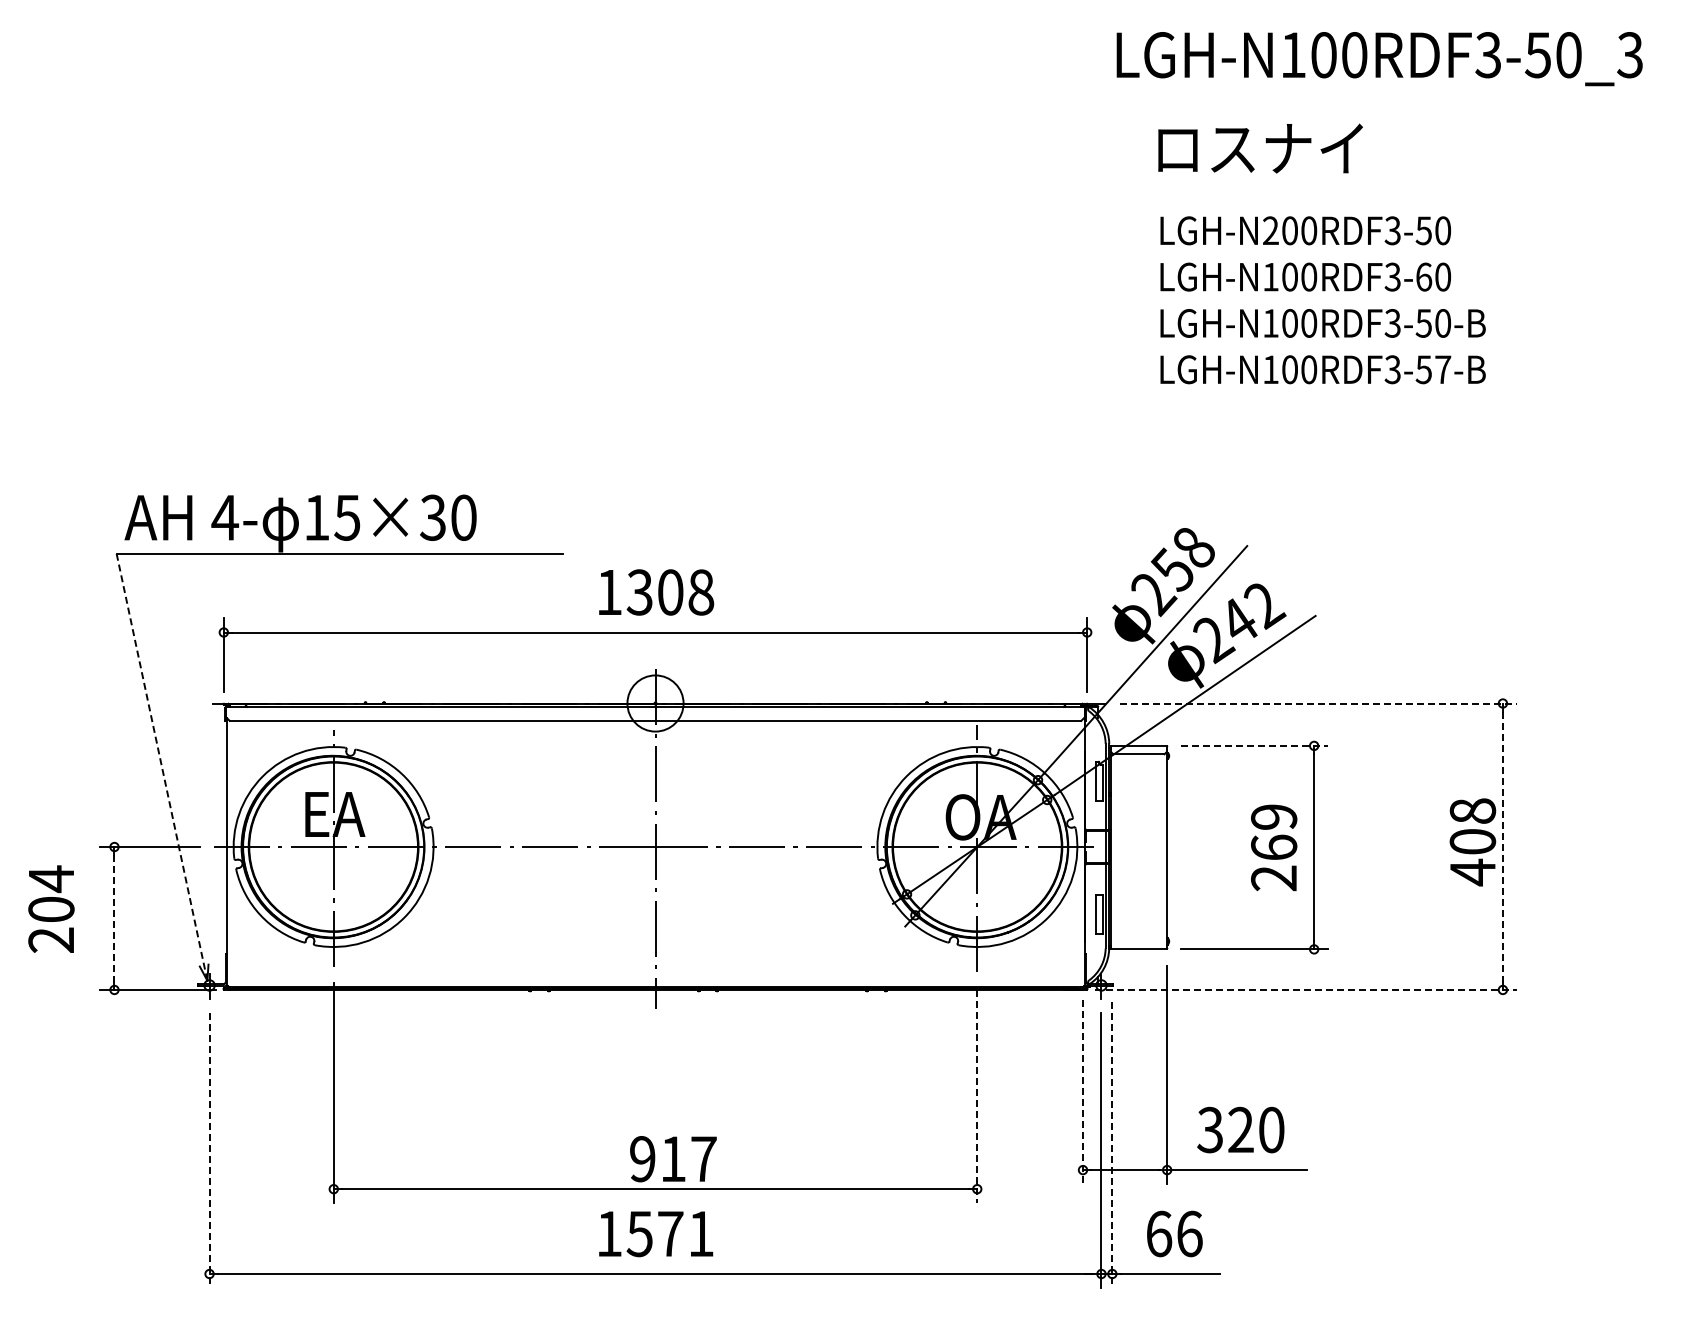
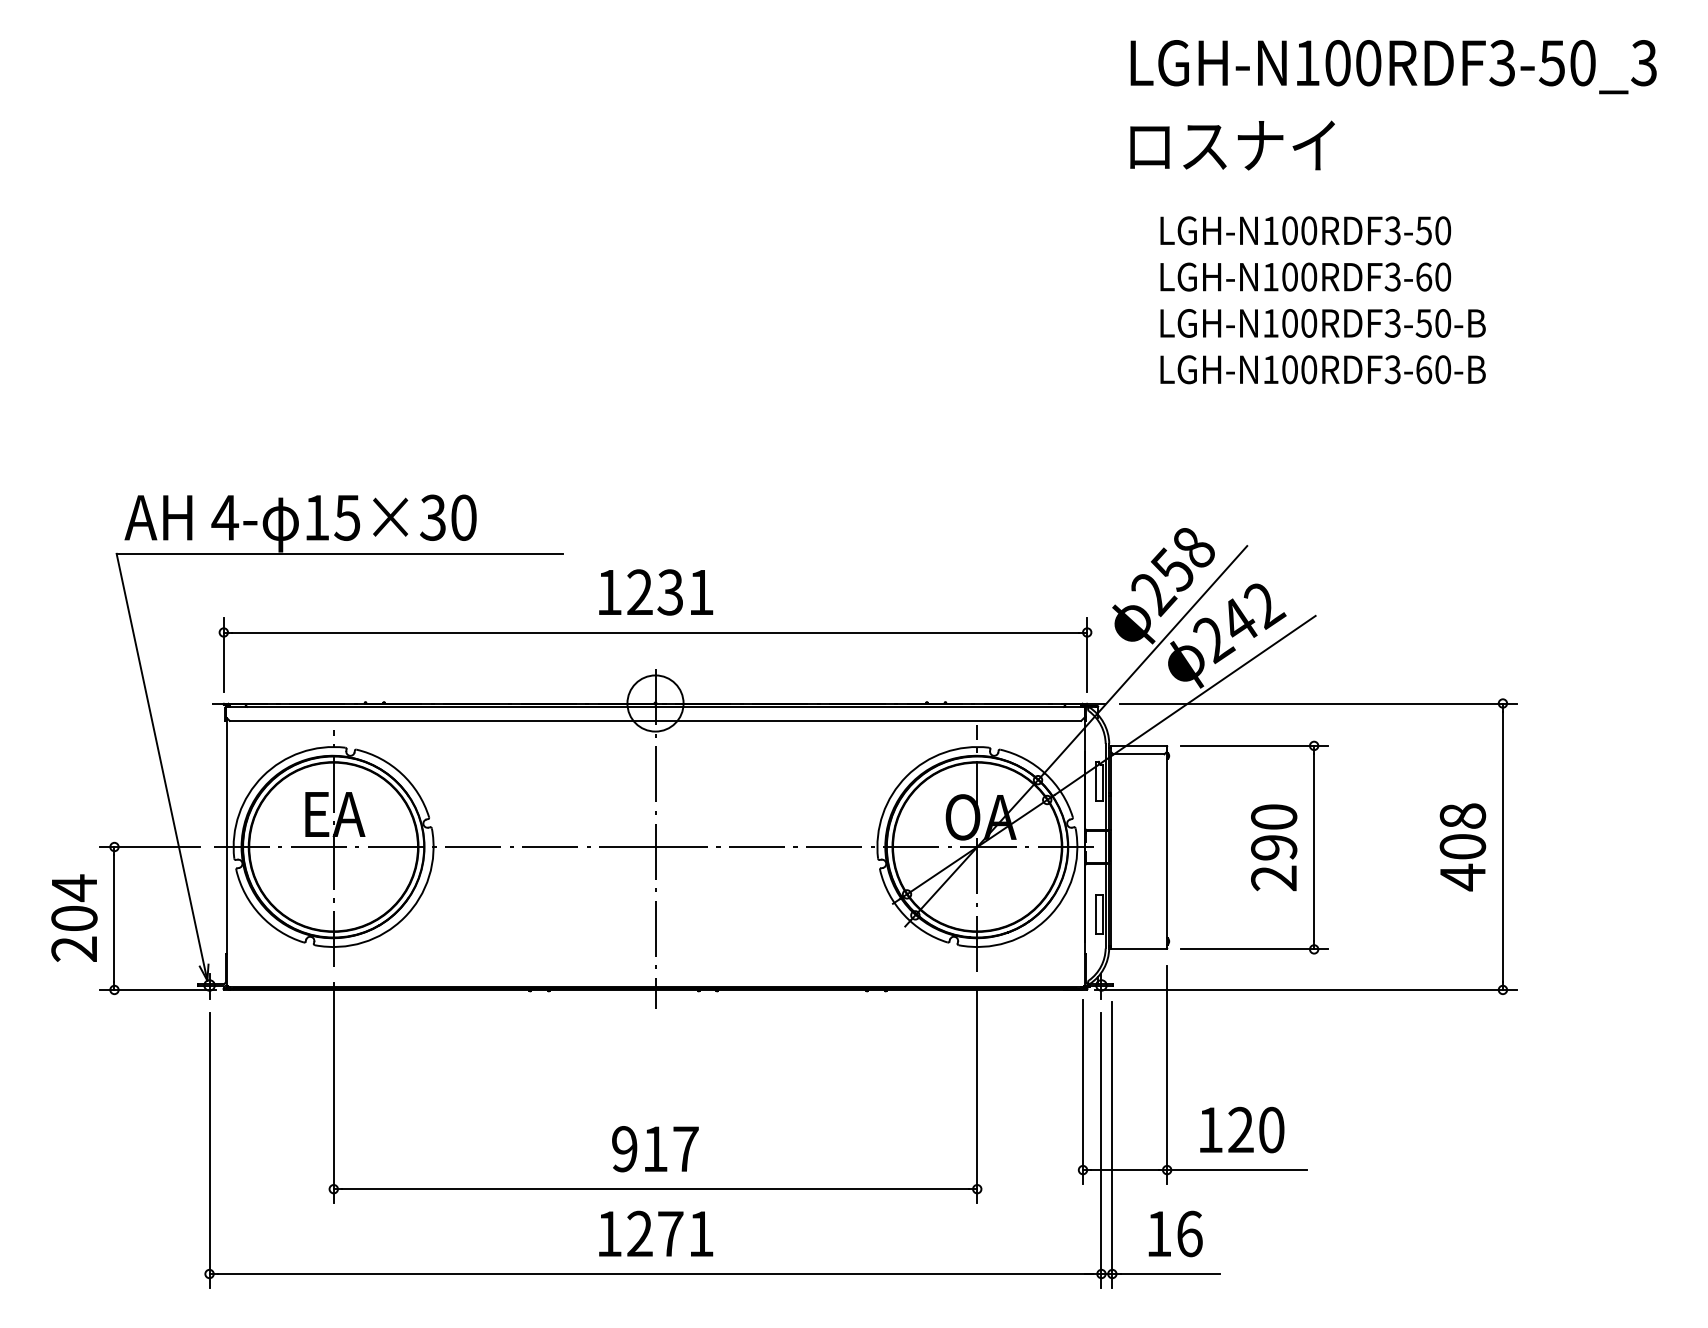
text at (1379, 59) position: (1379, 59) -> (1393, 67)
text at (1260, 148) position: (1260, 148) -> (1232, 145)
text at (1270, 230): LGH-N200RDF3-50 -> LGH-N100RDF3-50
text at (1433, 369): LGH-N100RDF3-57-B -> LGH-N100RDF3-60-B
text at (670, 592): 1308 -> 1231
line at (1319, 703): dashed -> solid
line at (1254, 745): dashed -> solid
line at (162, 767): dashed -> solid
text at (1274, 832): 269 -> 290
text at (1472, 842) position: (1472, 842) -> (1462, 847)
line at (1502, 846): dashed -> solid
text at (51, 908) position: (51, 908) -> (74, 917)
line at (114, 918): dashed -> solid
line at (1306, 989): dashed -> solid
line at (1083, 1092): dashed -> solid
line at (977, 1096): dashed -> solid
text at (1209, 1129): 320 -> 120
line at (1112, 1145): dashed -> solid
line at (209, 1150): dashed -> solid
text at (673, 1159) position: (673, 1159) -> (655, 1149)
text at (639, 1233): 1571 -> 1271
text at (1159, 1233): 66 -> 16
